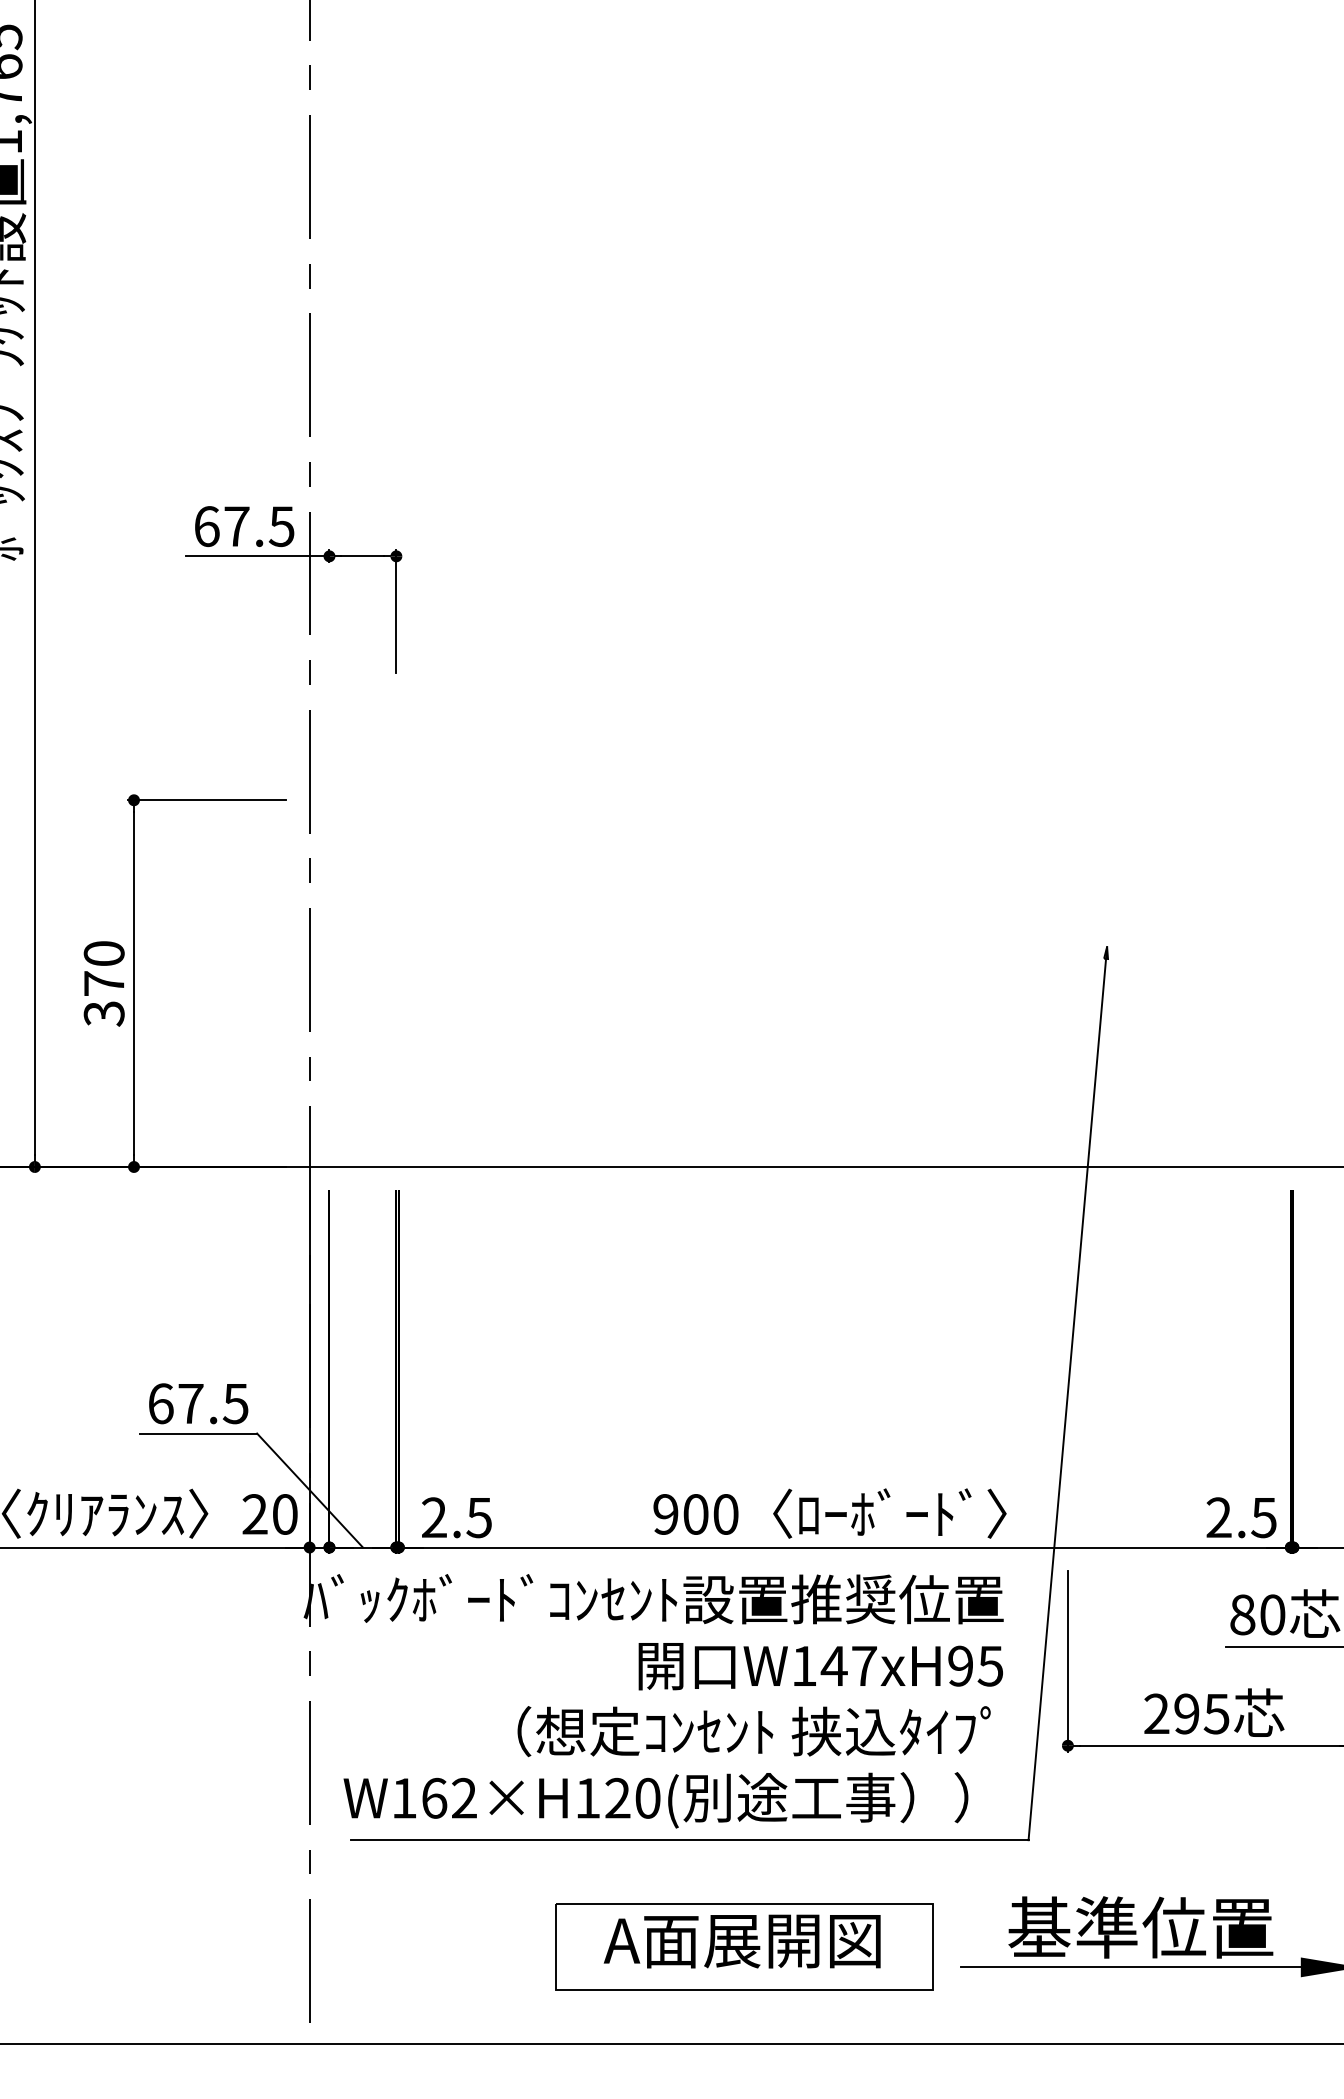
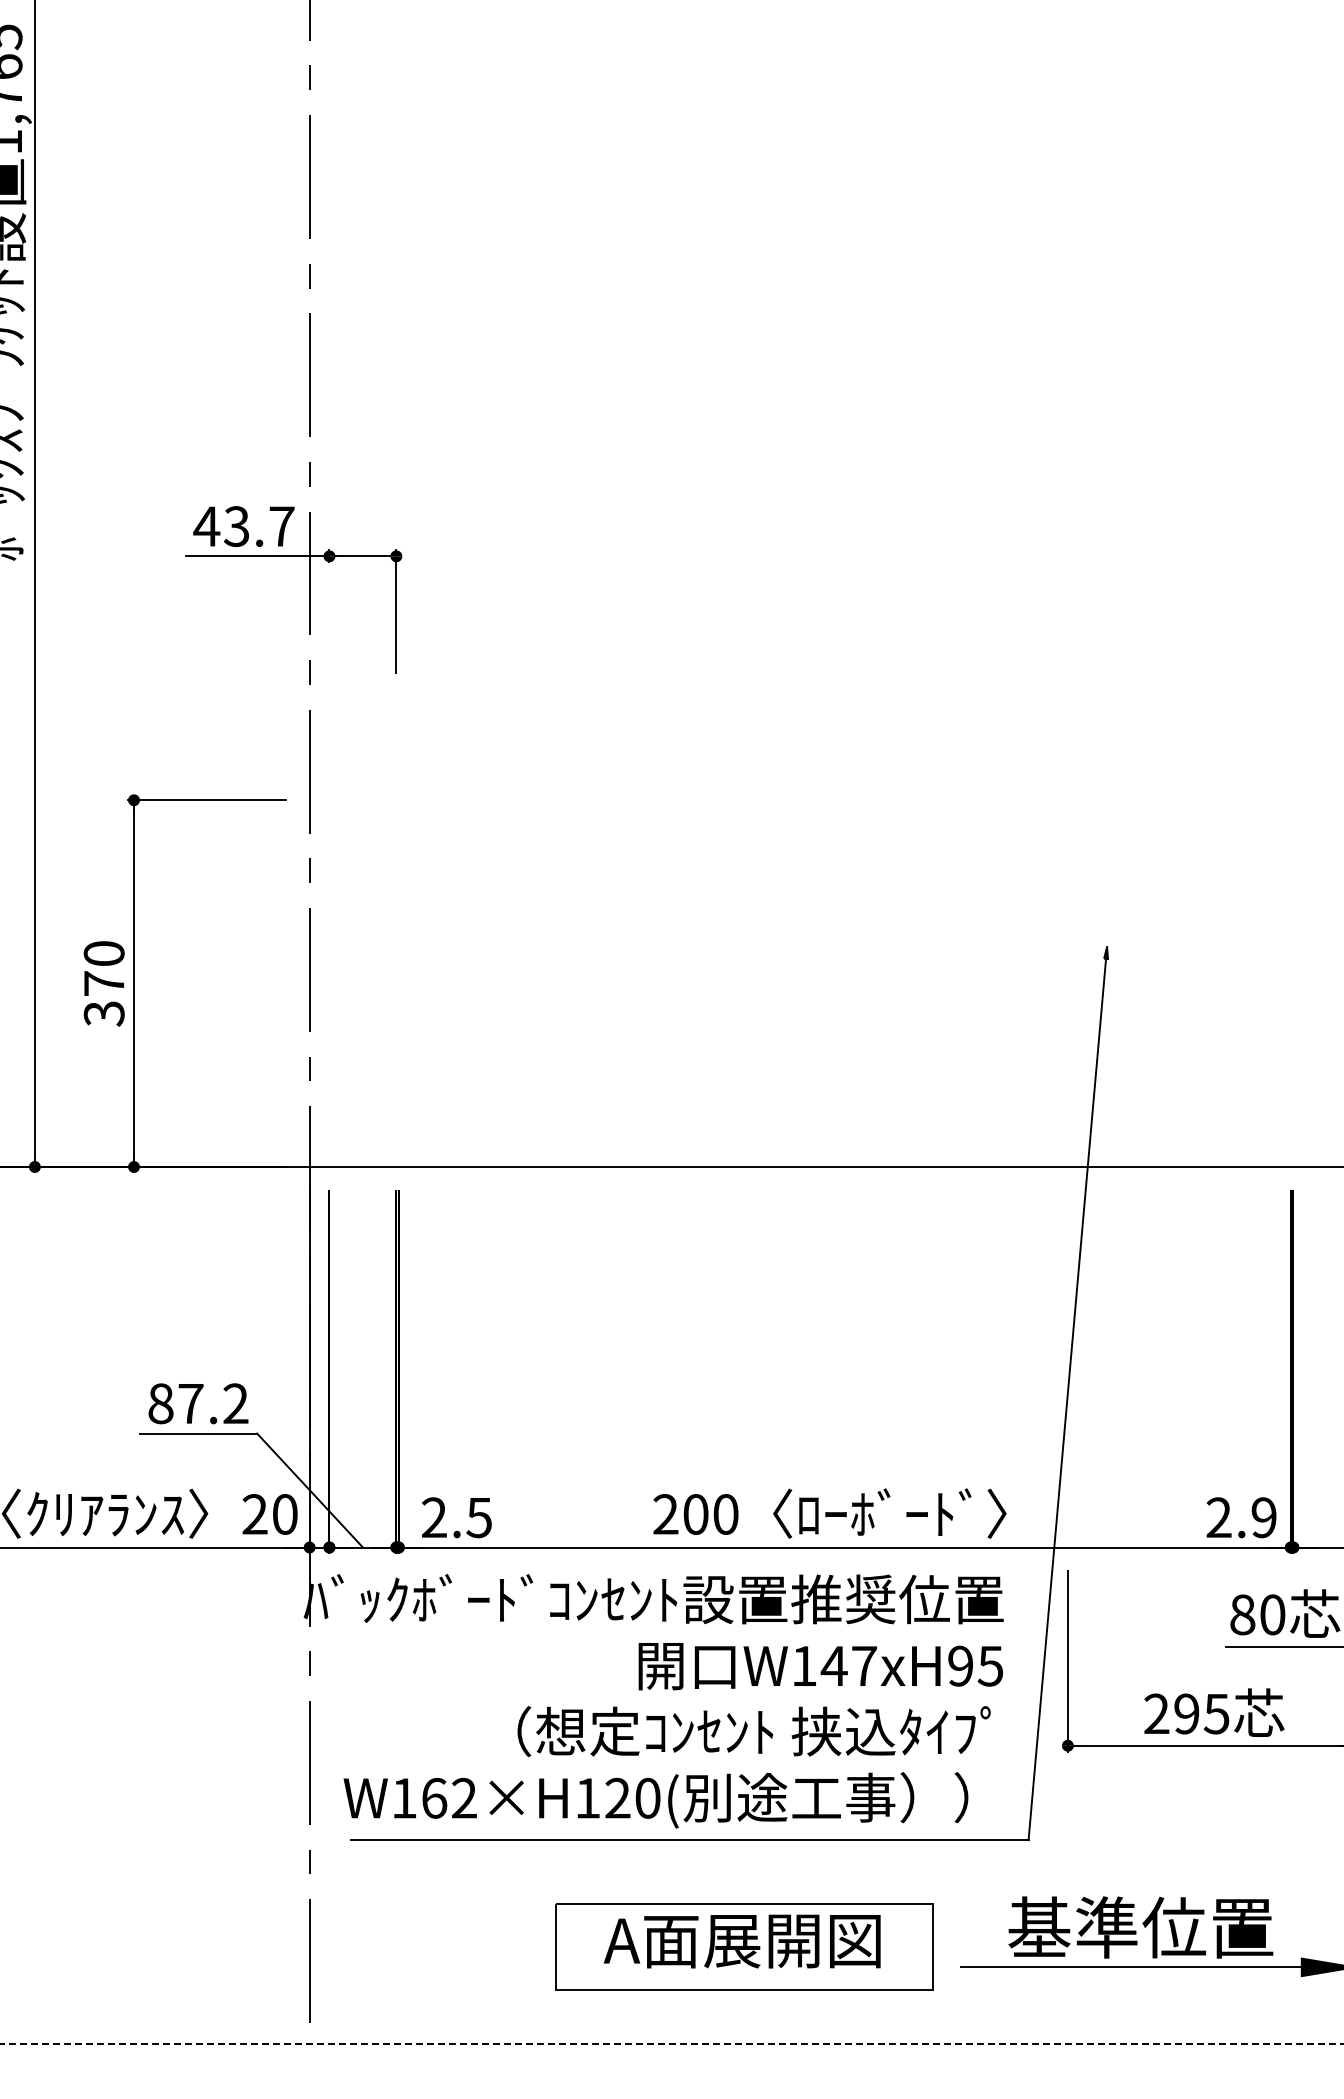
text at (243, 526): 67.5 -> 43.7
text at (198, 1403): 67.5 -> 87.2
text at (665, 1514): 900 -> 200
text at (1263, 1517): 2.5 -> 2.9
line at (672, 2044): solid -> dashed
